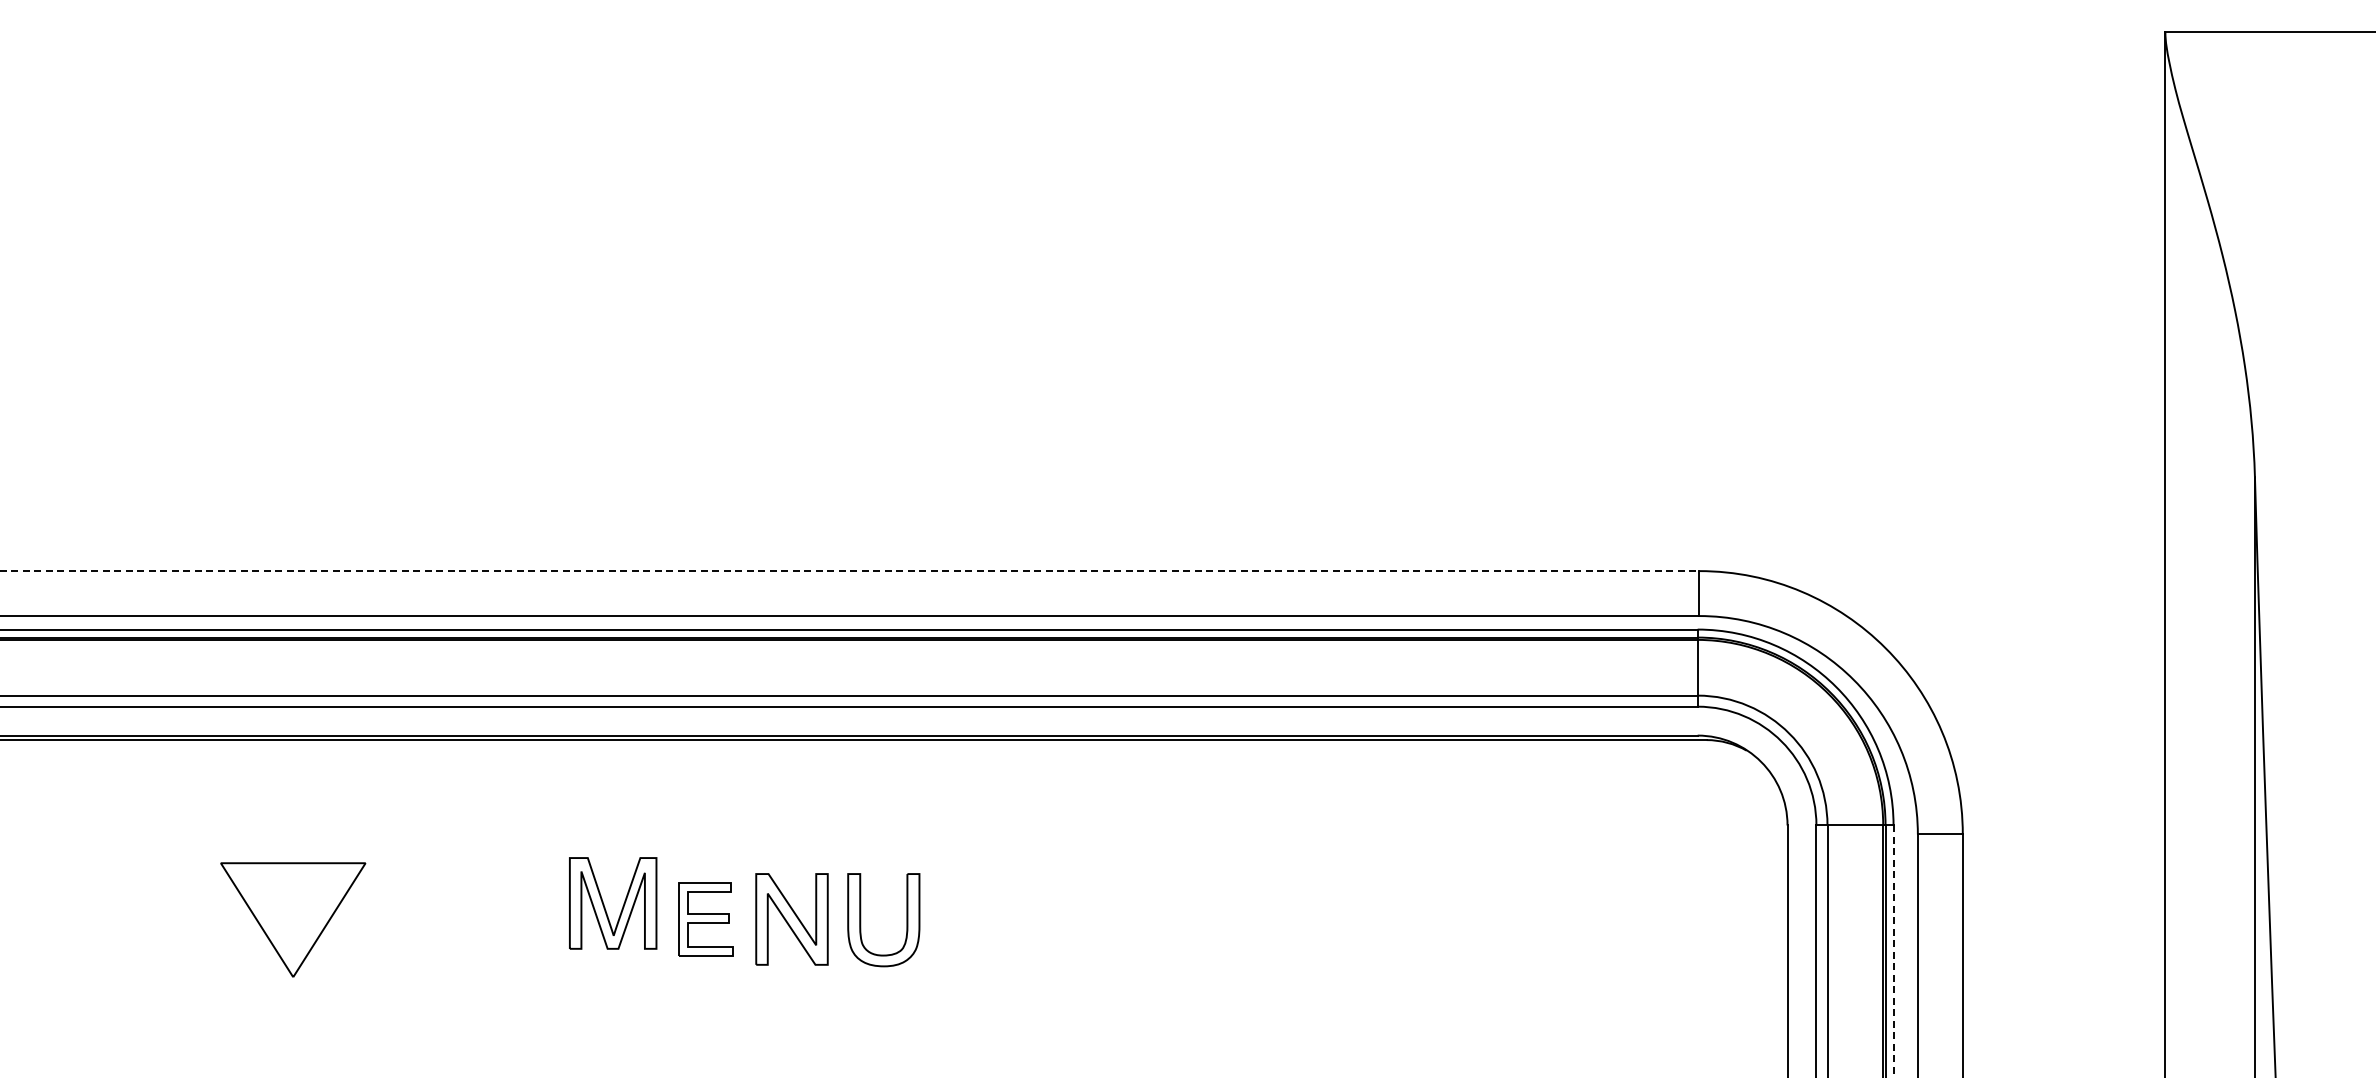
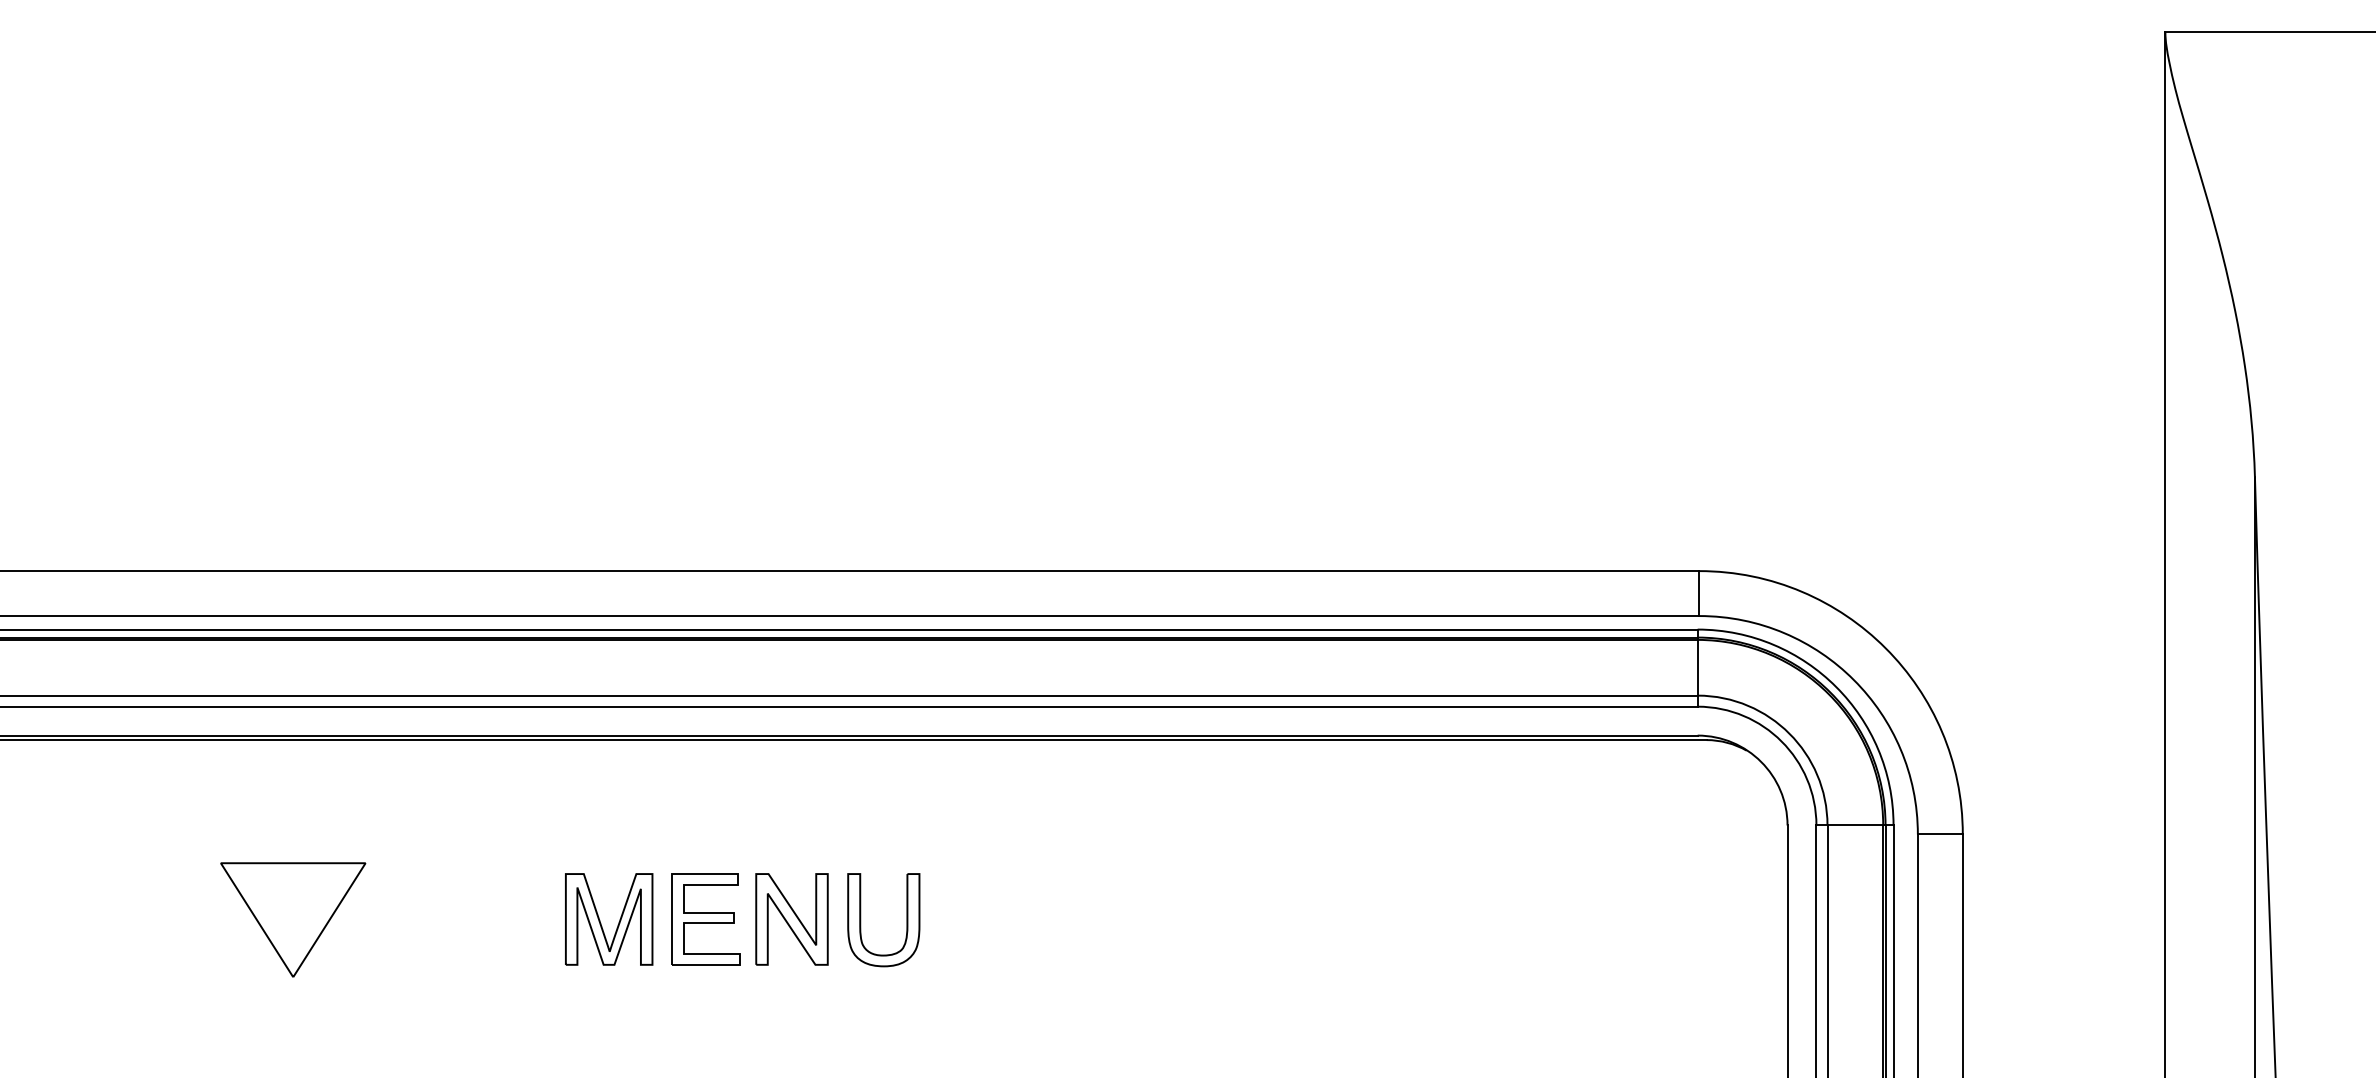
line at (850, 571): dashed -> solid
part at (605, 907) position: (605, 907) -> (601, 923)
part at (705, 919) size: 56x75 px -> 70x93 px
line at (1893, 951): dashed -> solid
